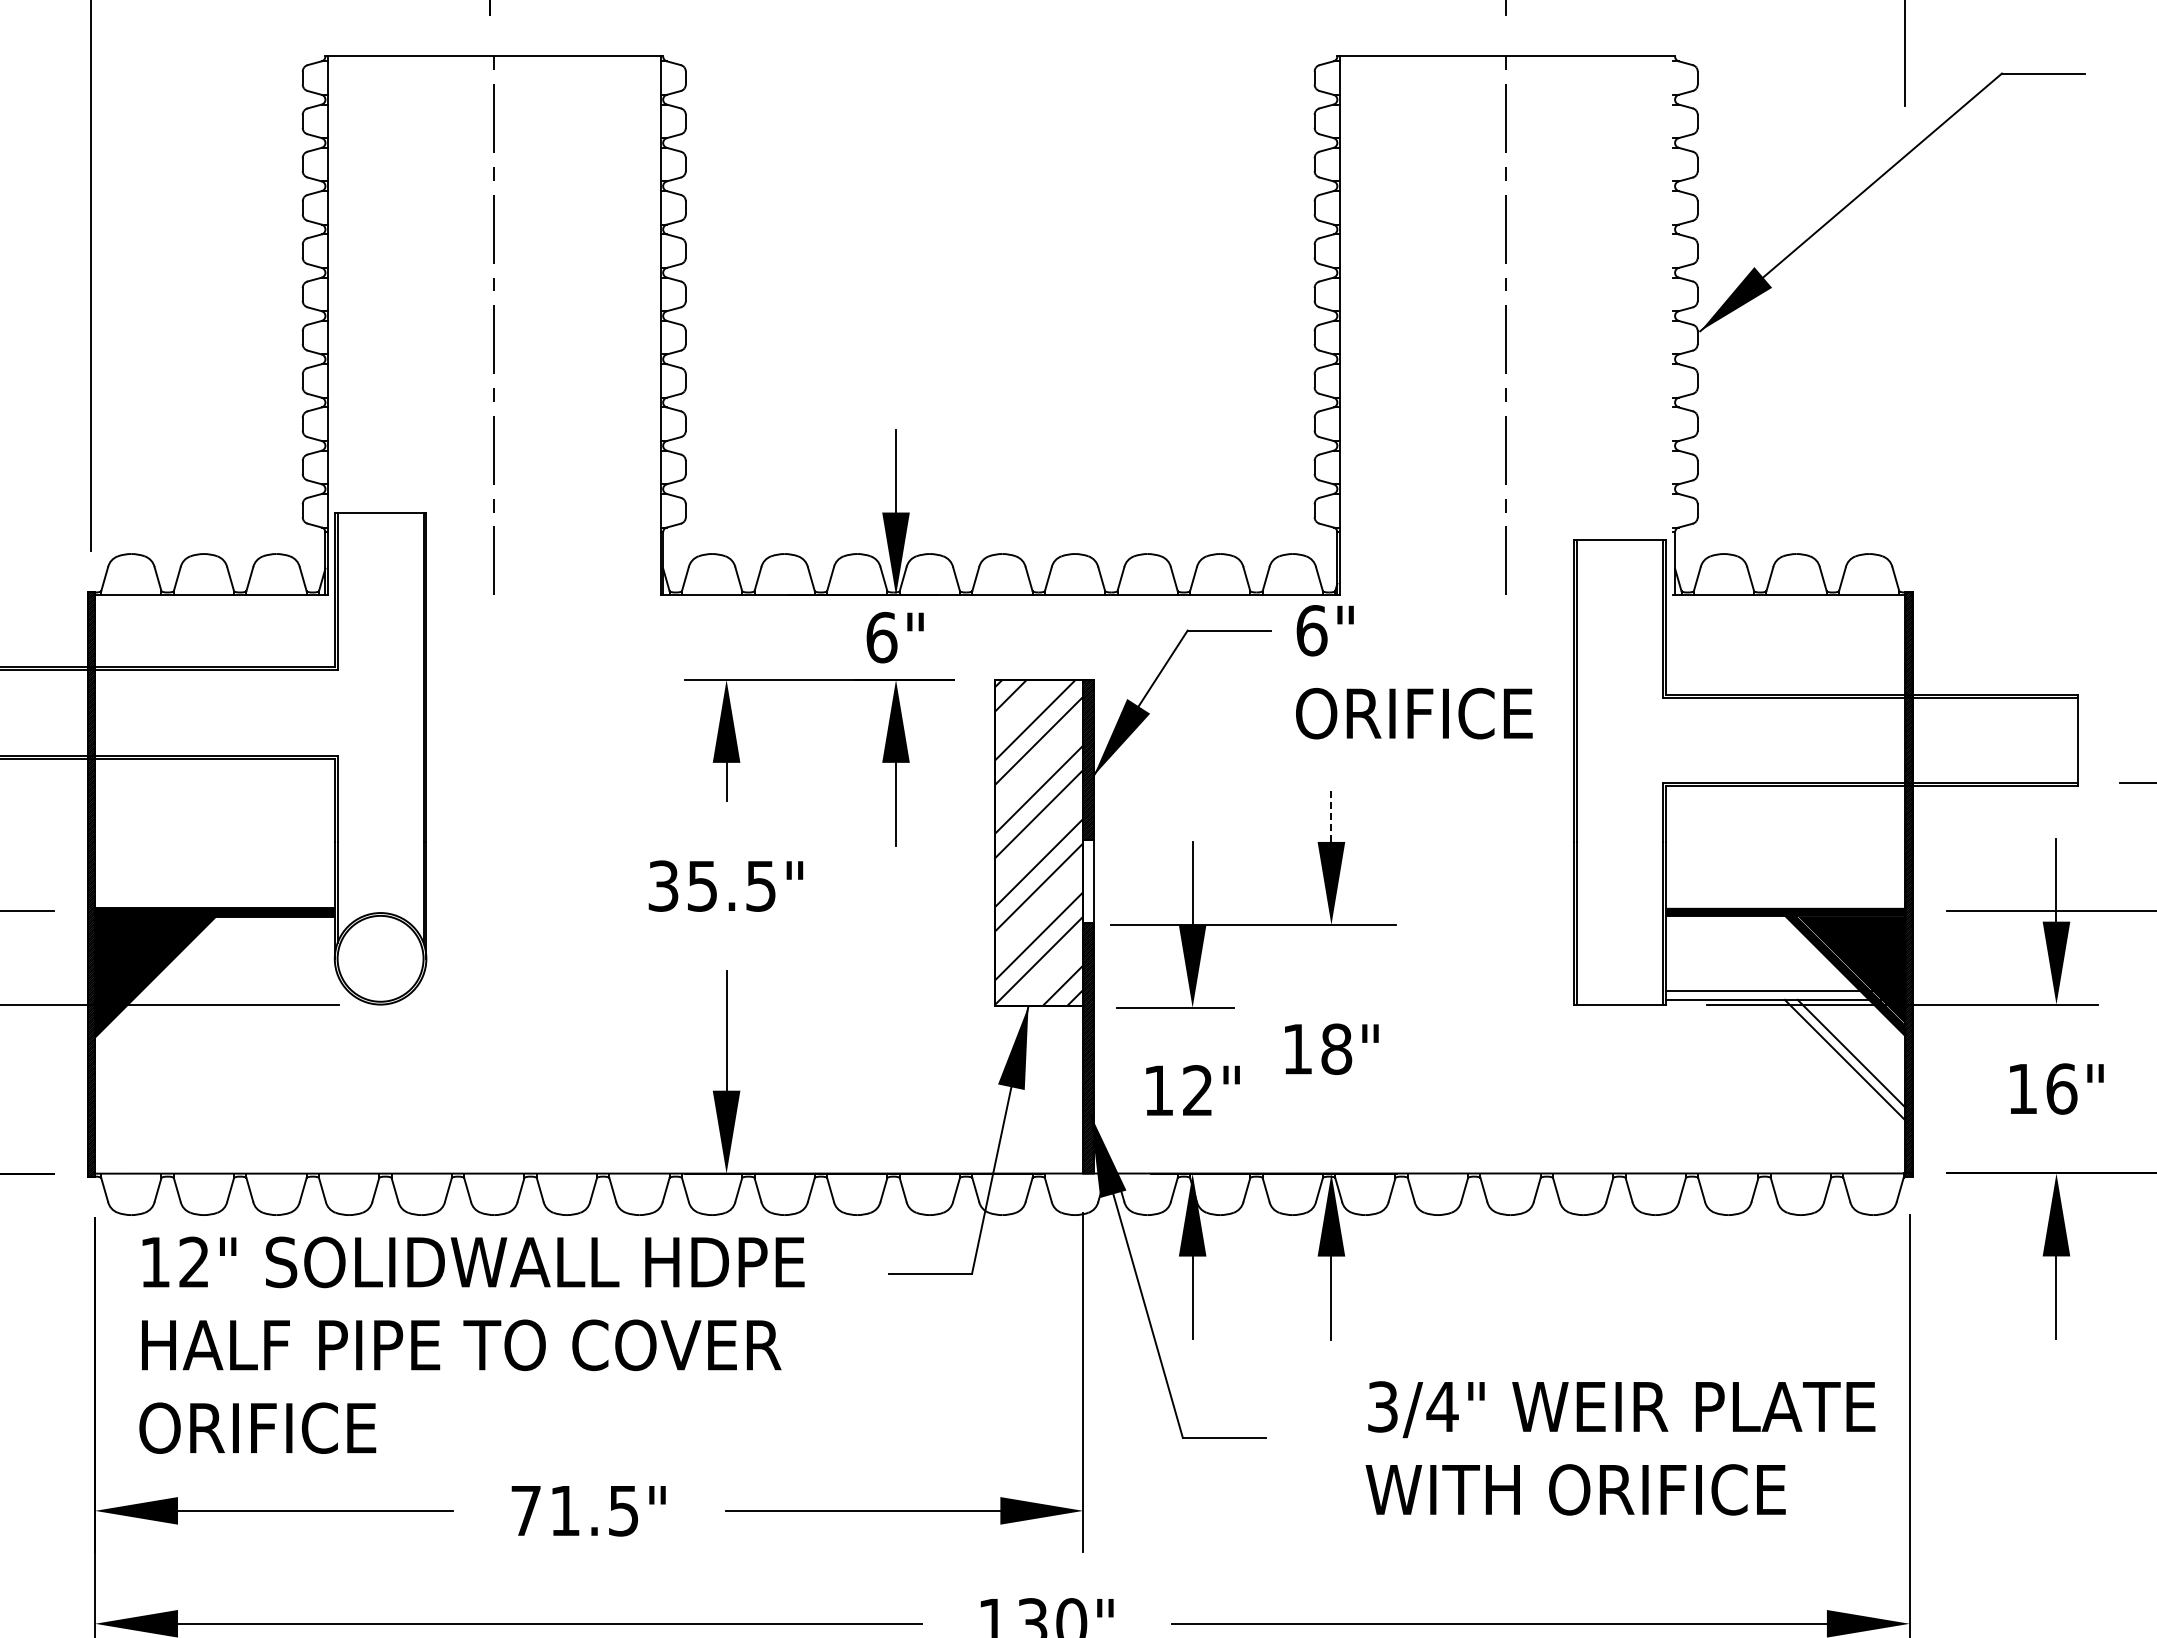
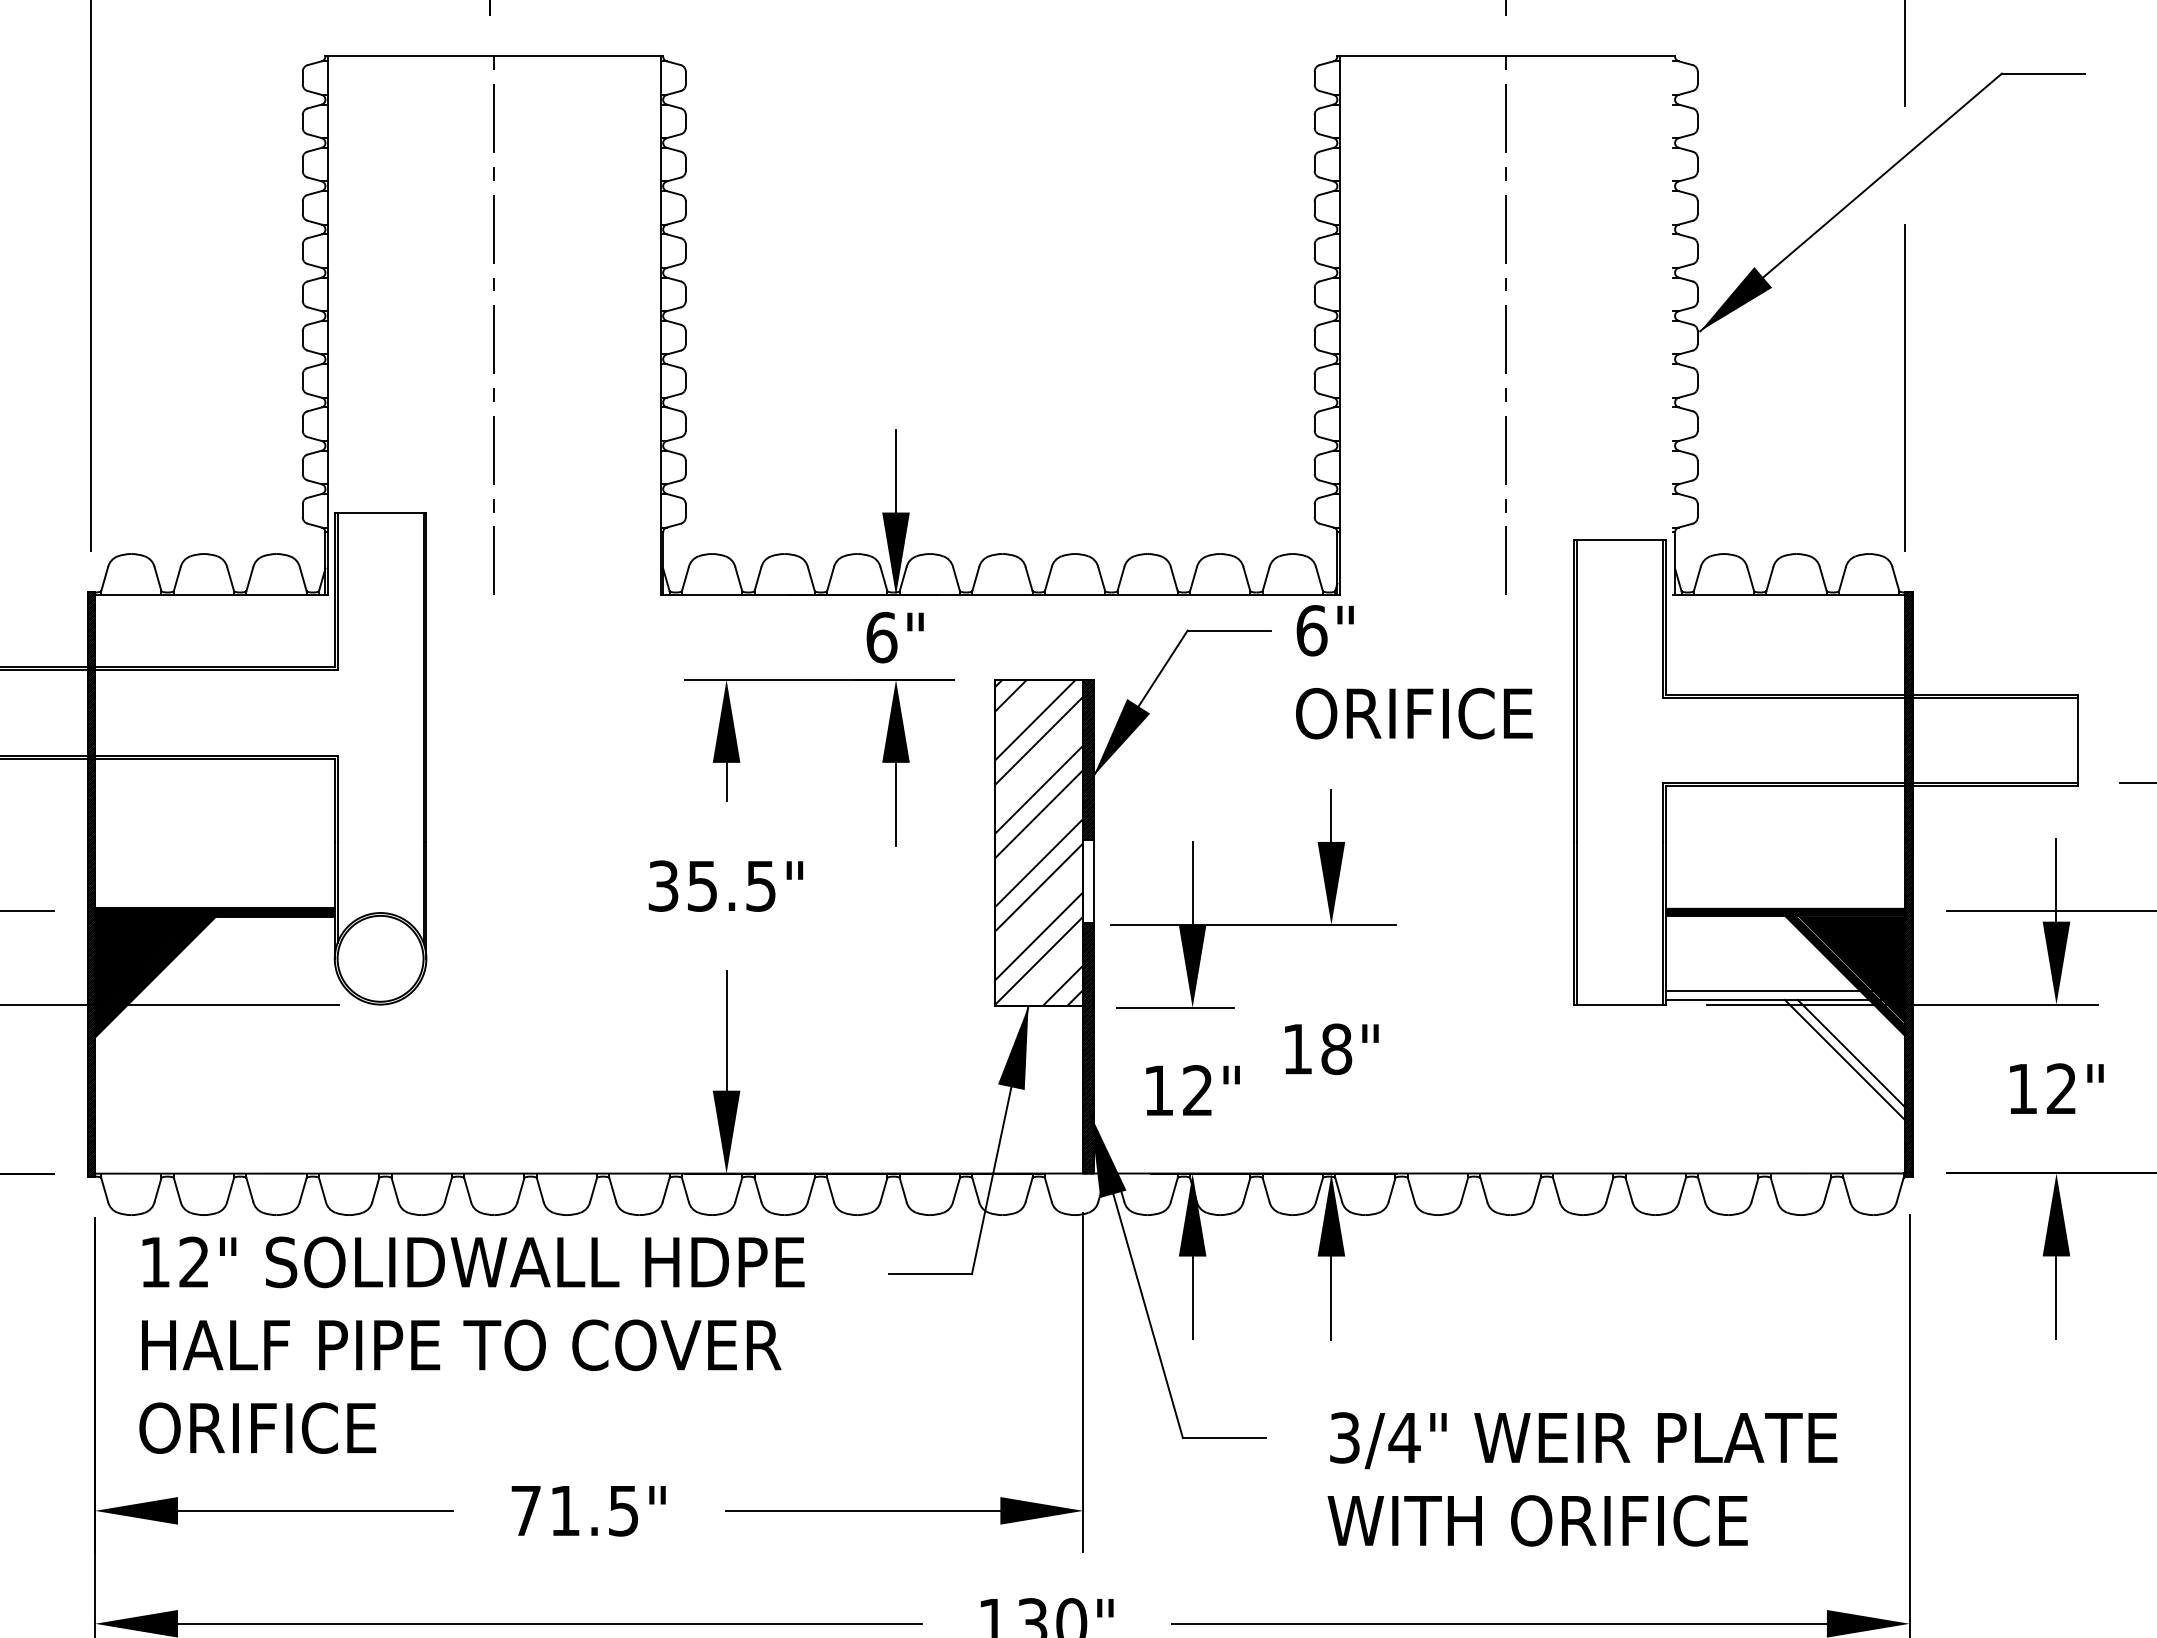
line at (1905, 387): none -> present
line at (1331, 815): dashed -> solid
text at (2061, 1088): 16" -> 12"
text at (1620, 1448) position: (1620, 1448) -> (1582, 1479)
